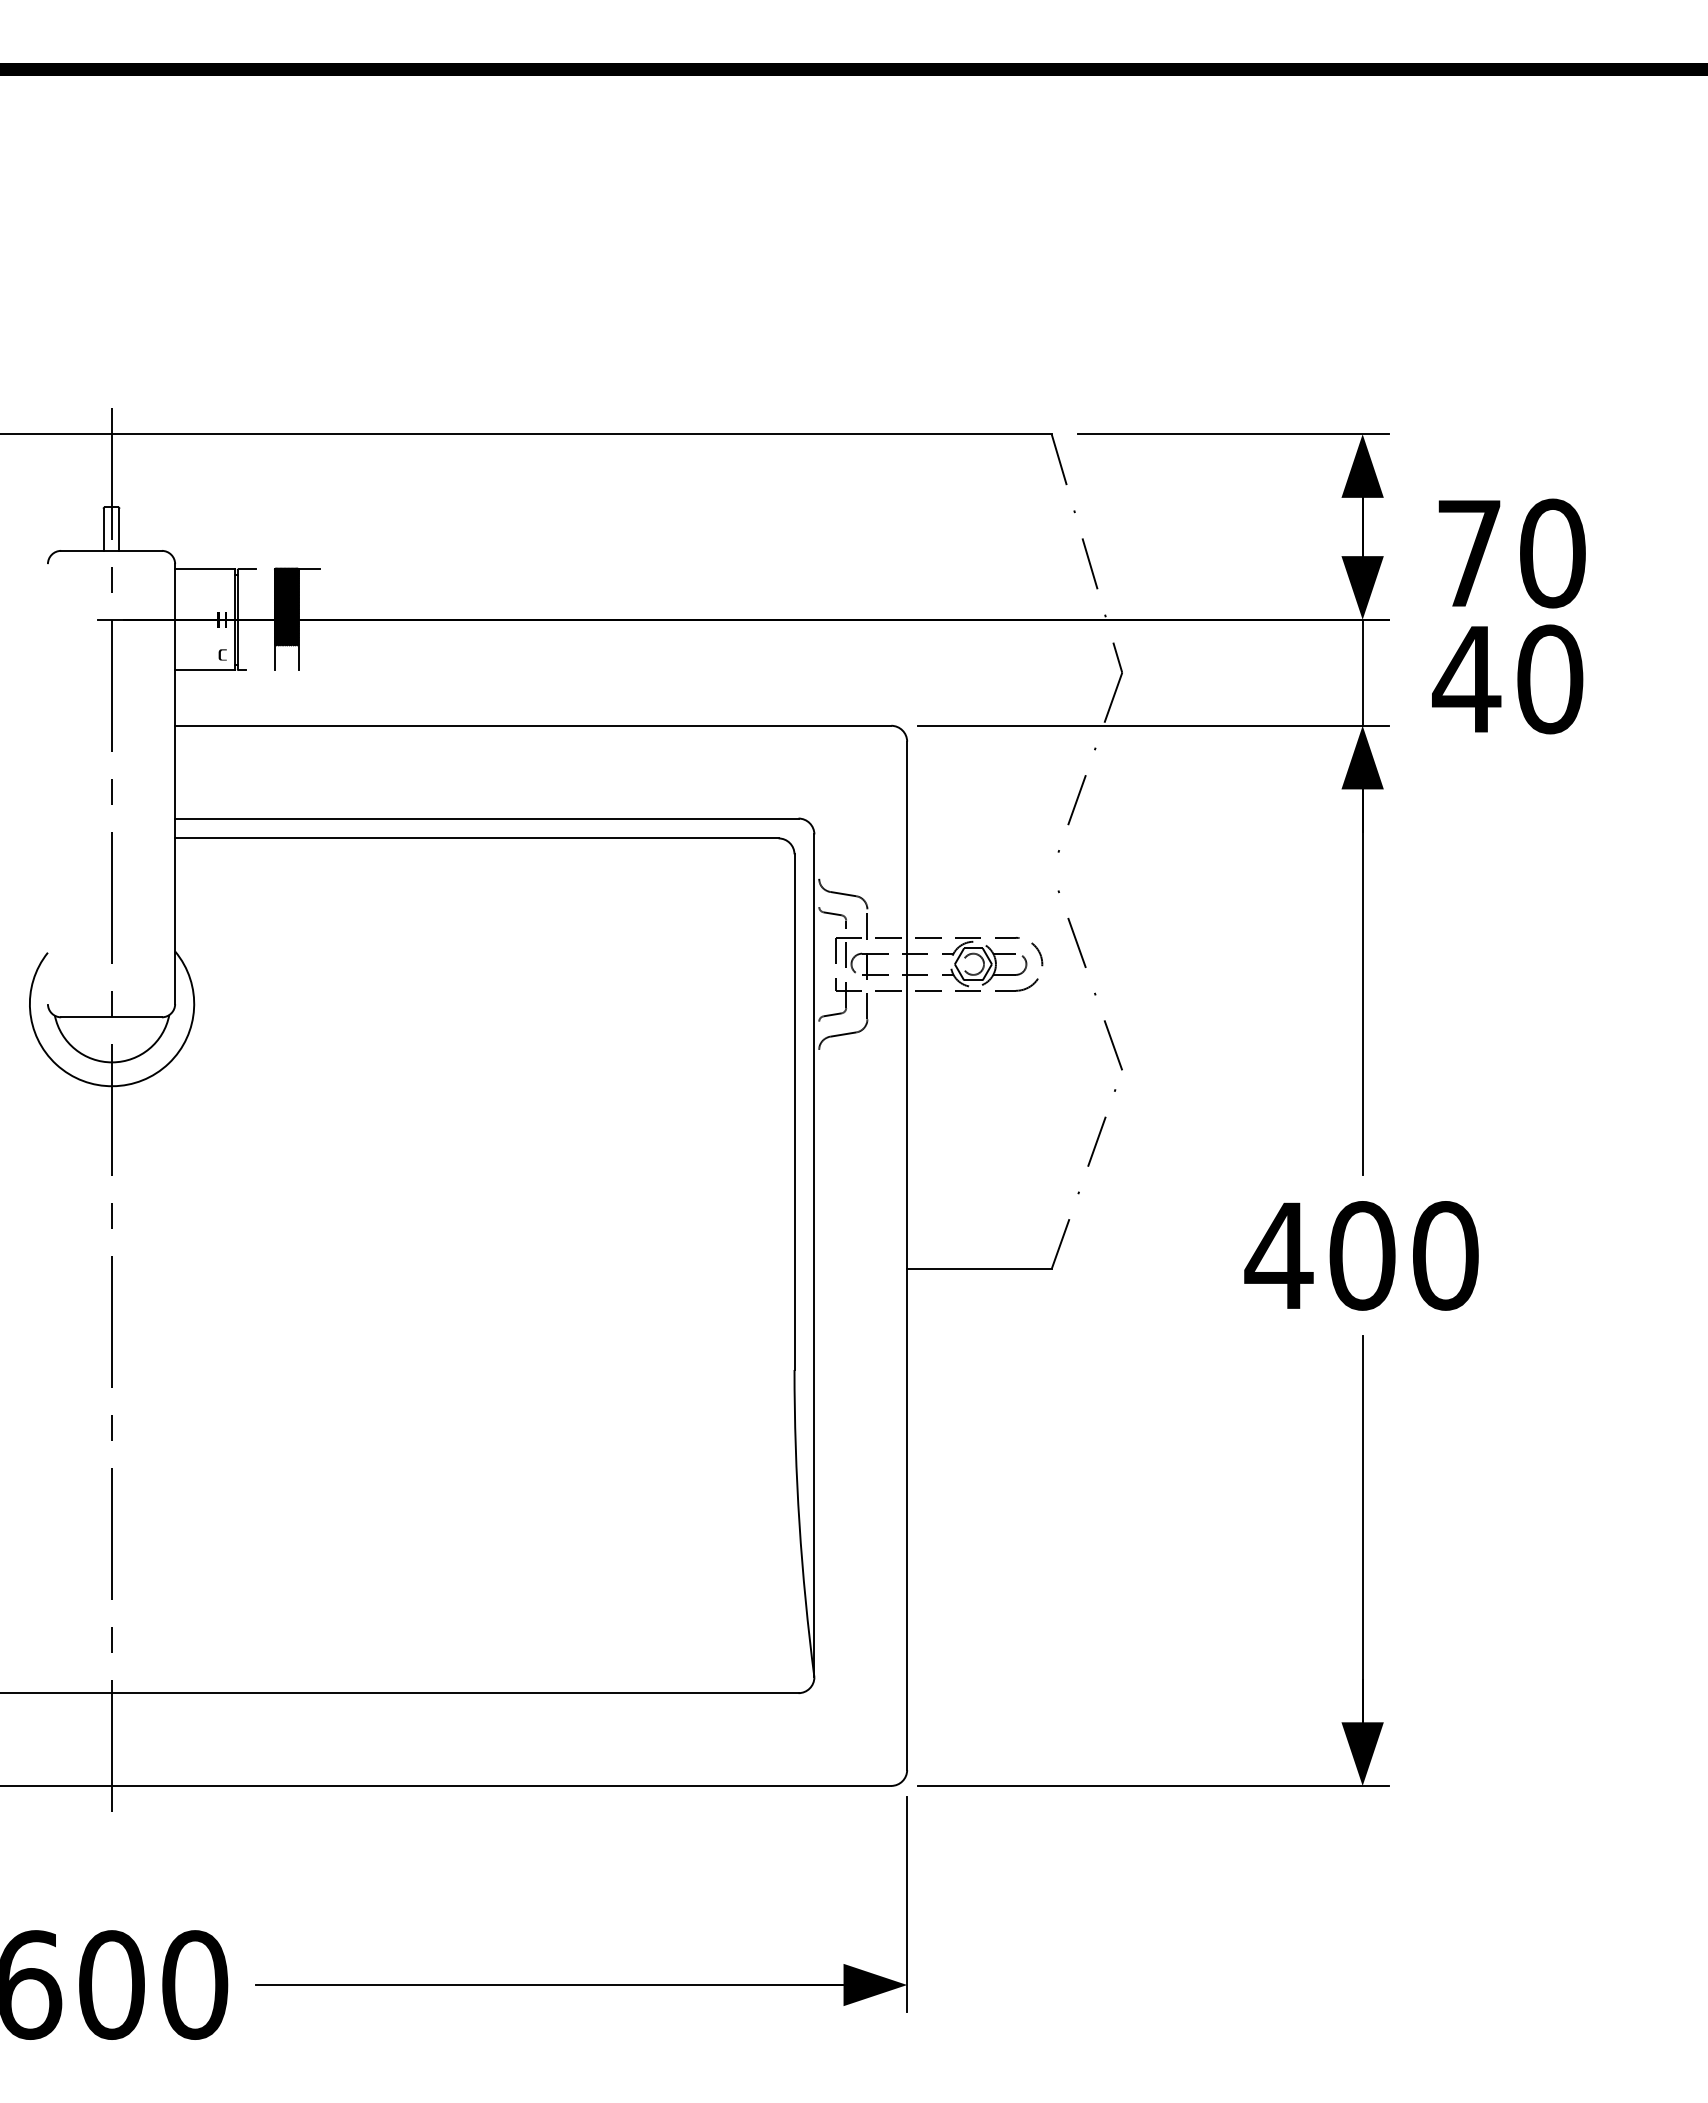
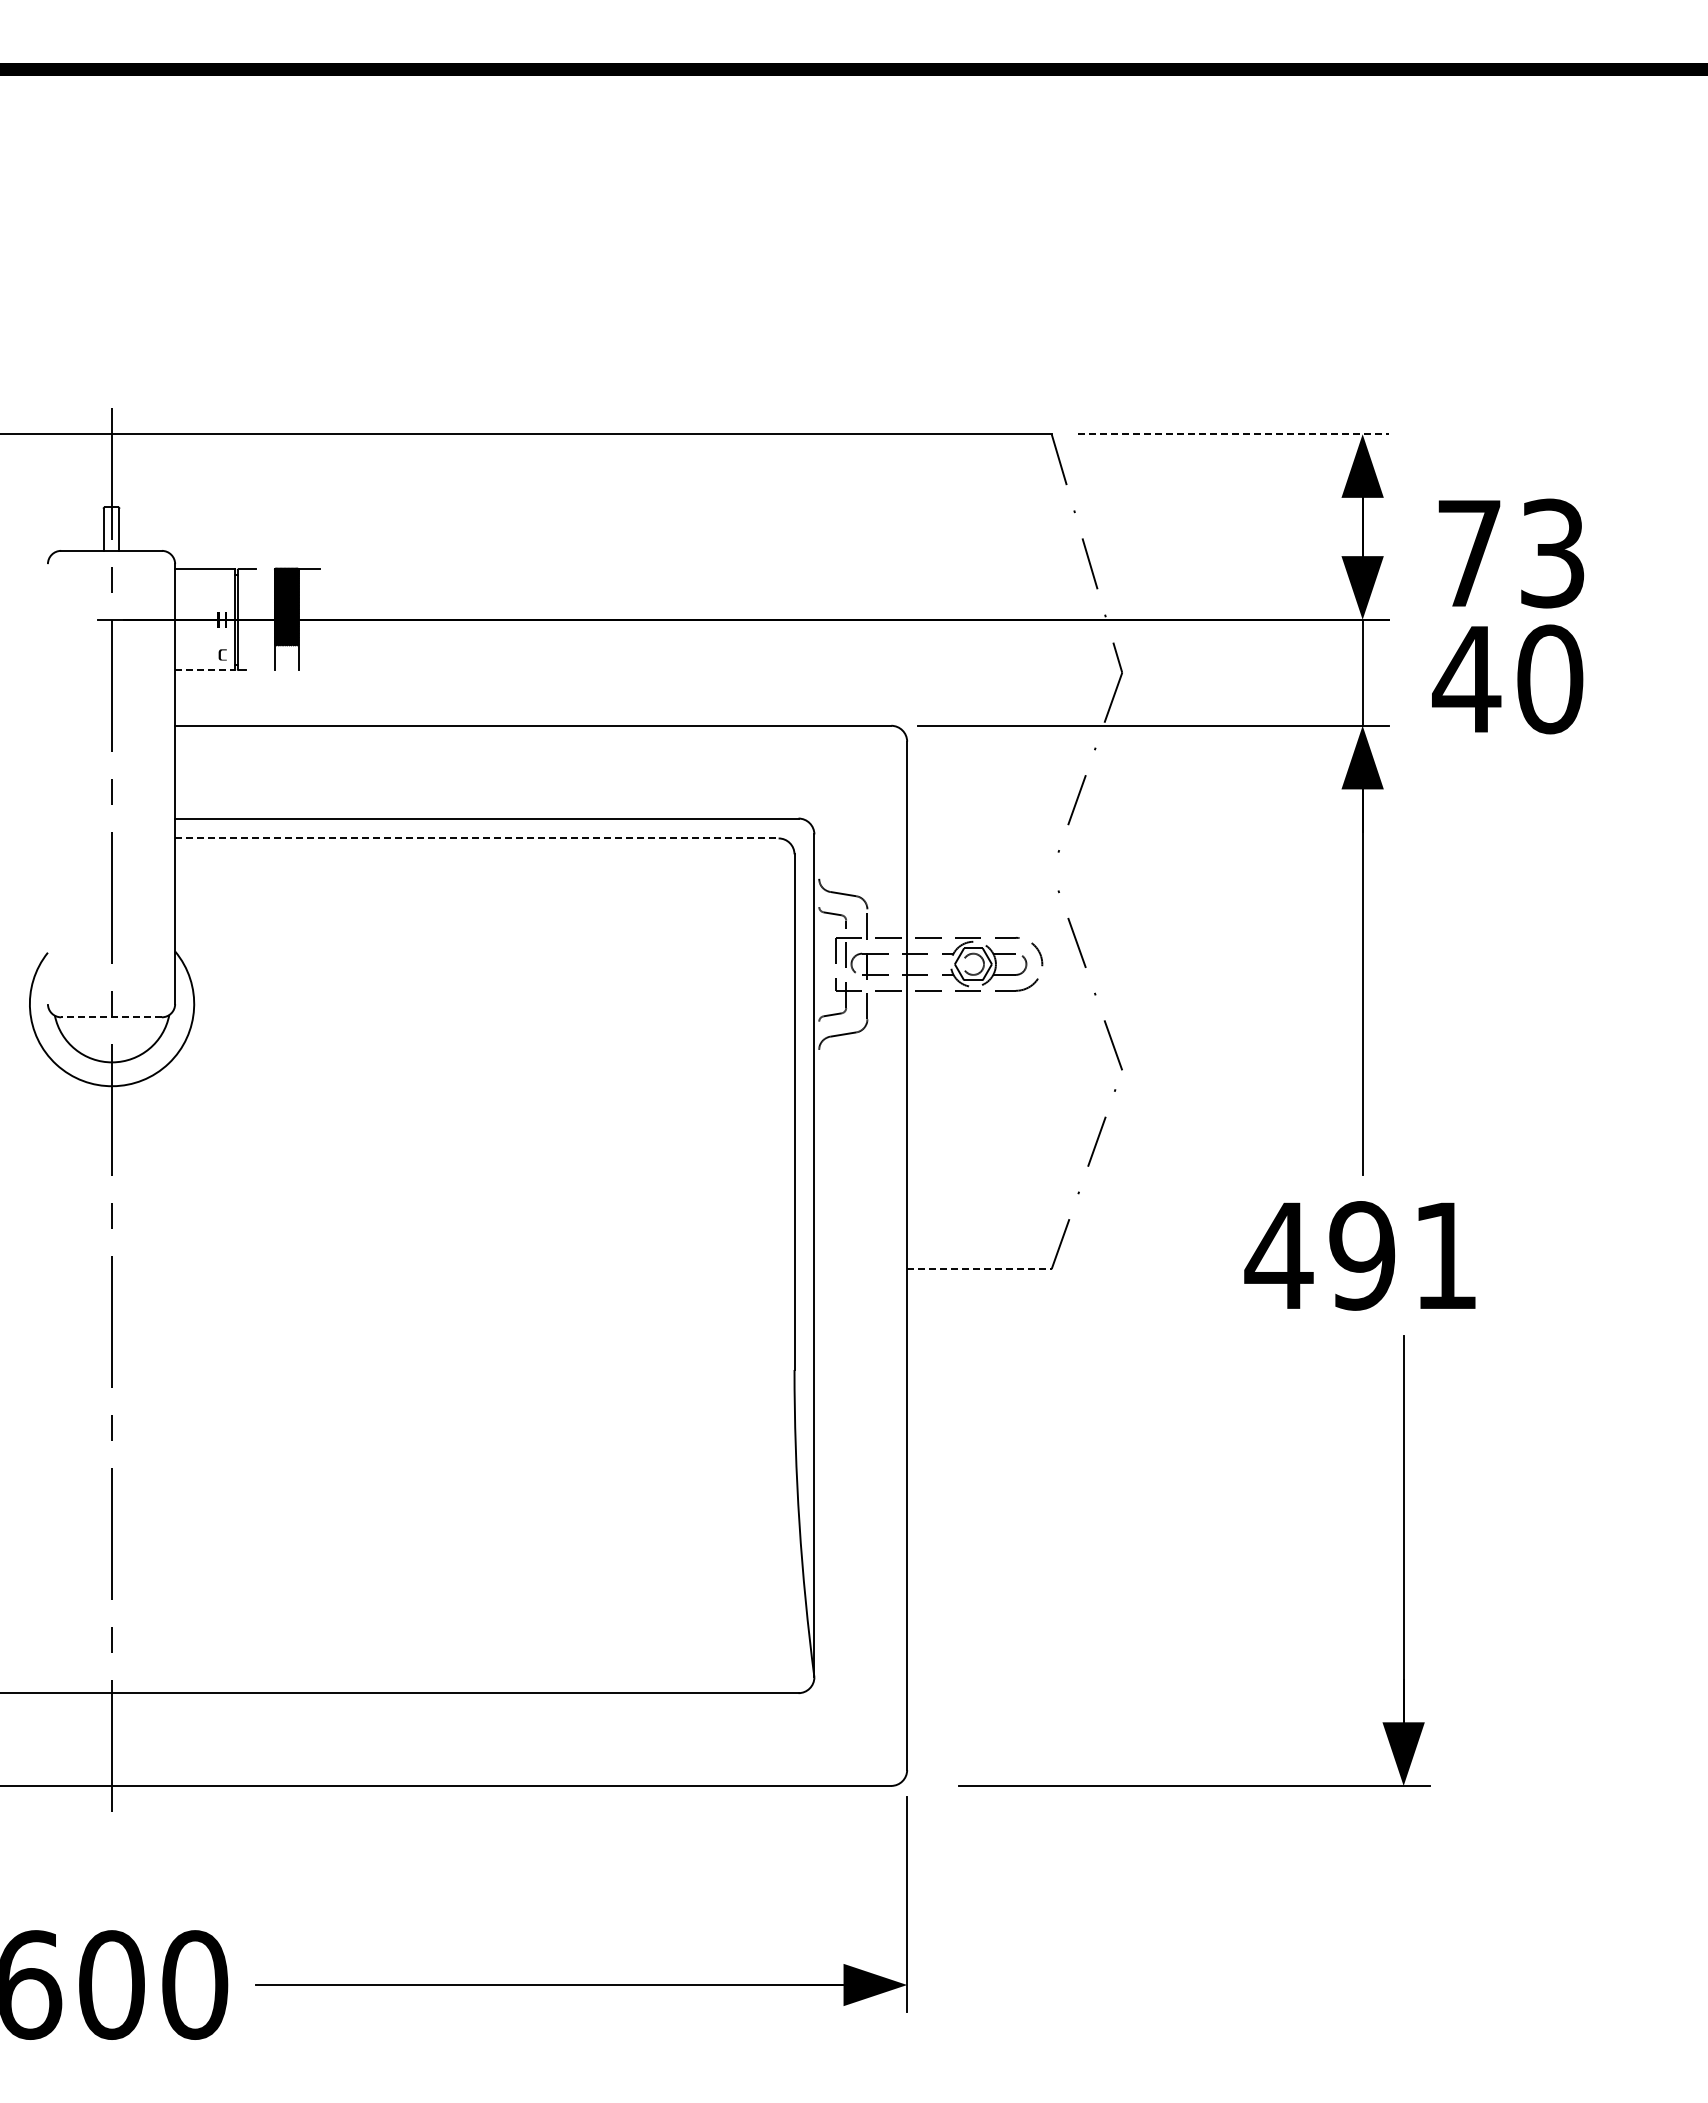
line at (1234, 434): solid -> dashed
text at (1552, 553): 70 -> 73
line at (204, 670): solid -> dashed
line at (476, 838): solid -> dashed
line at (111, 1017): solid -> dashed
text at (1403, 1255): 400 -> 491
line at (979, 1269): solid -> dashed
part at (1362, 1560) position: (1362, 1560) -> (1403, 1560)
